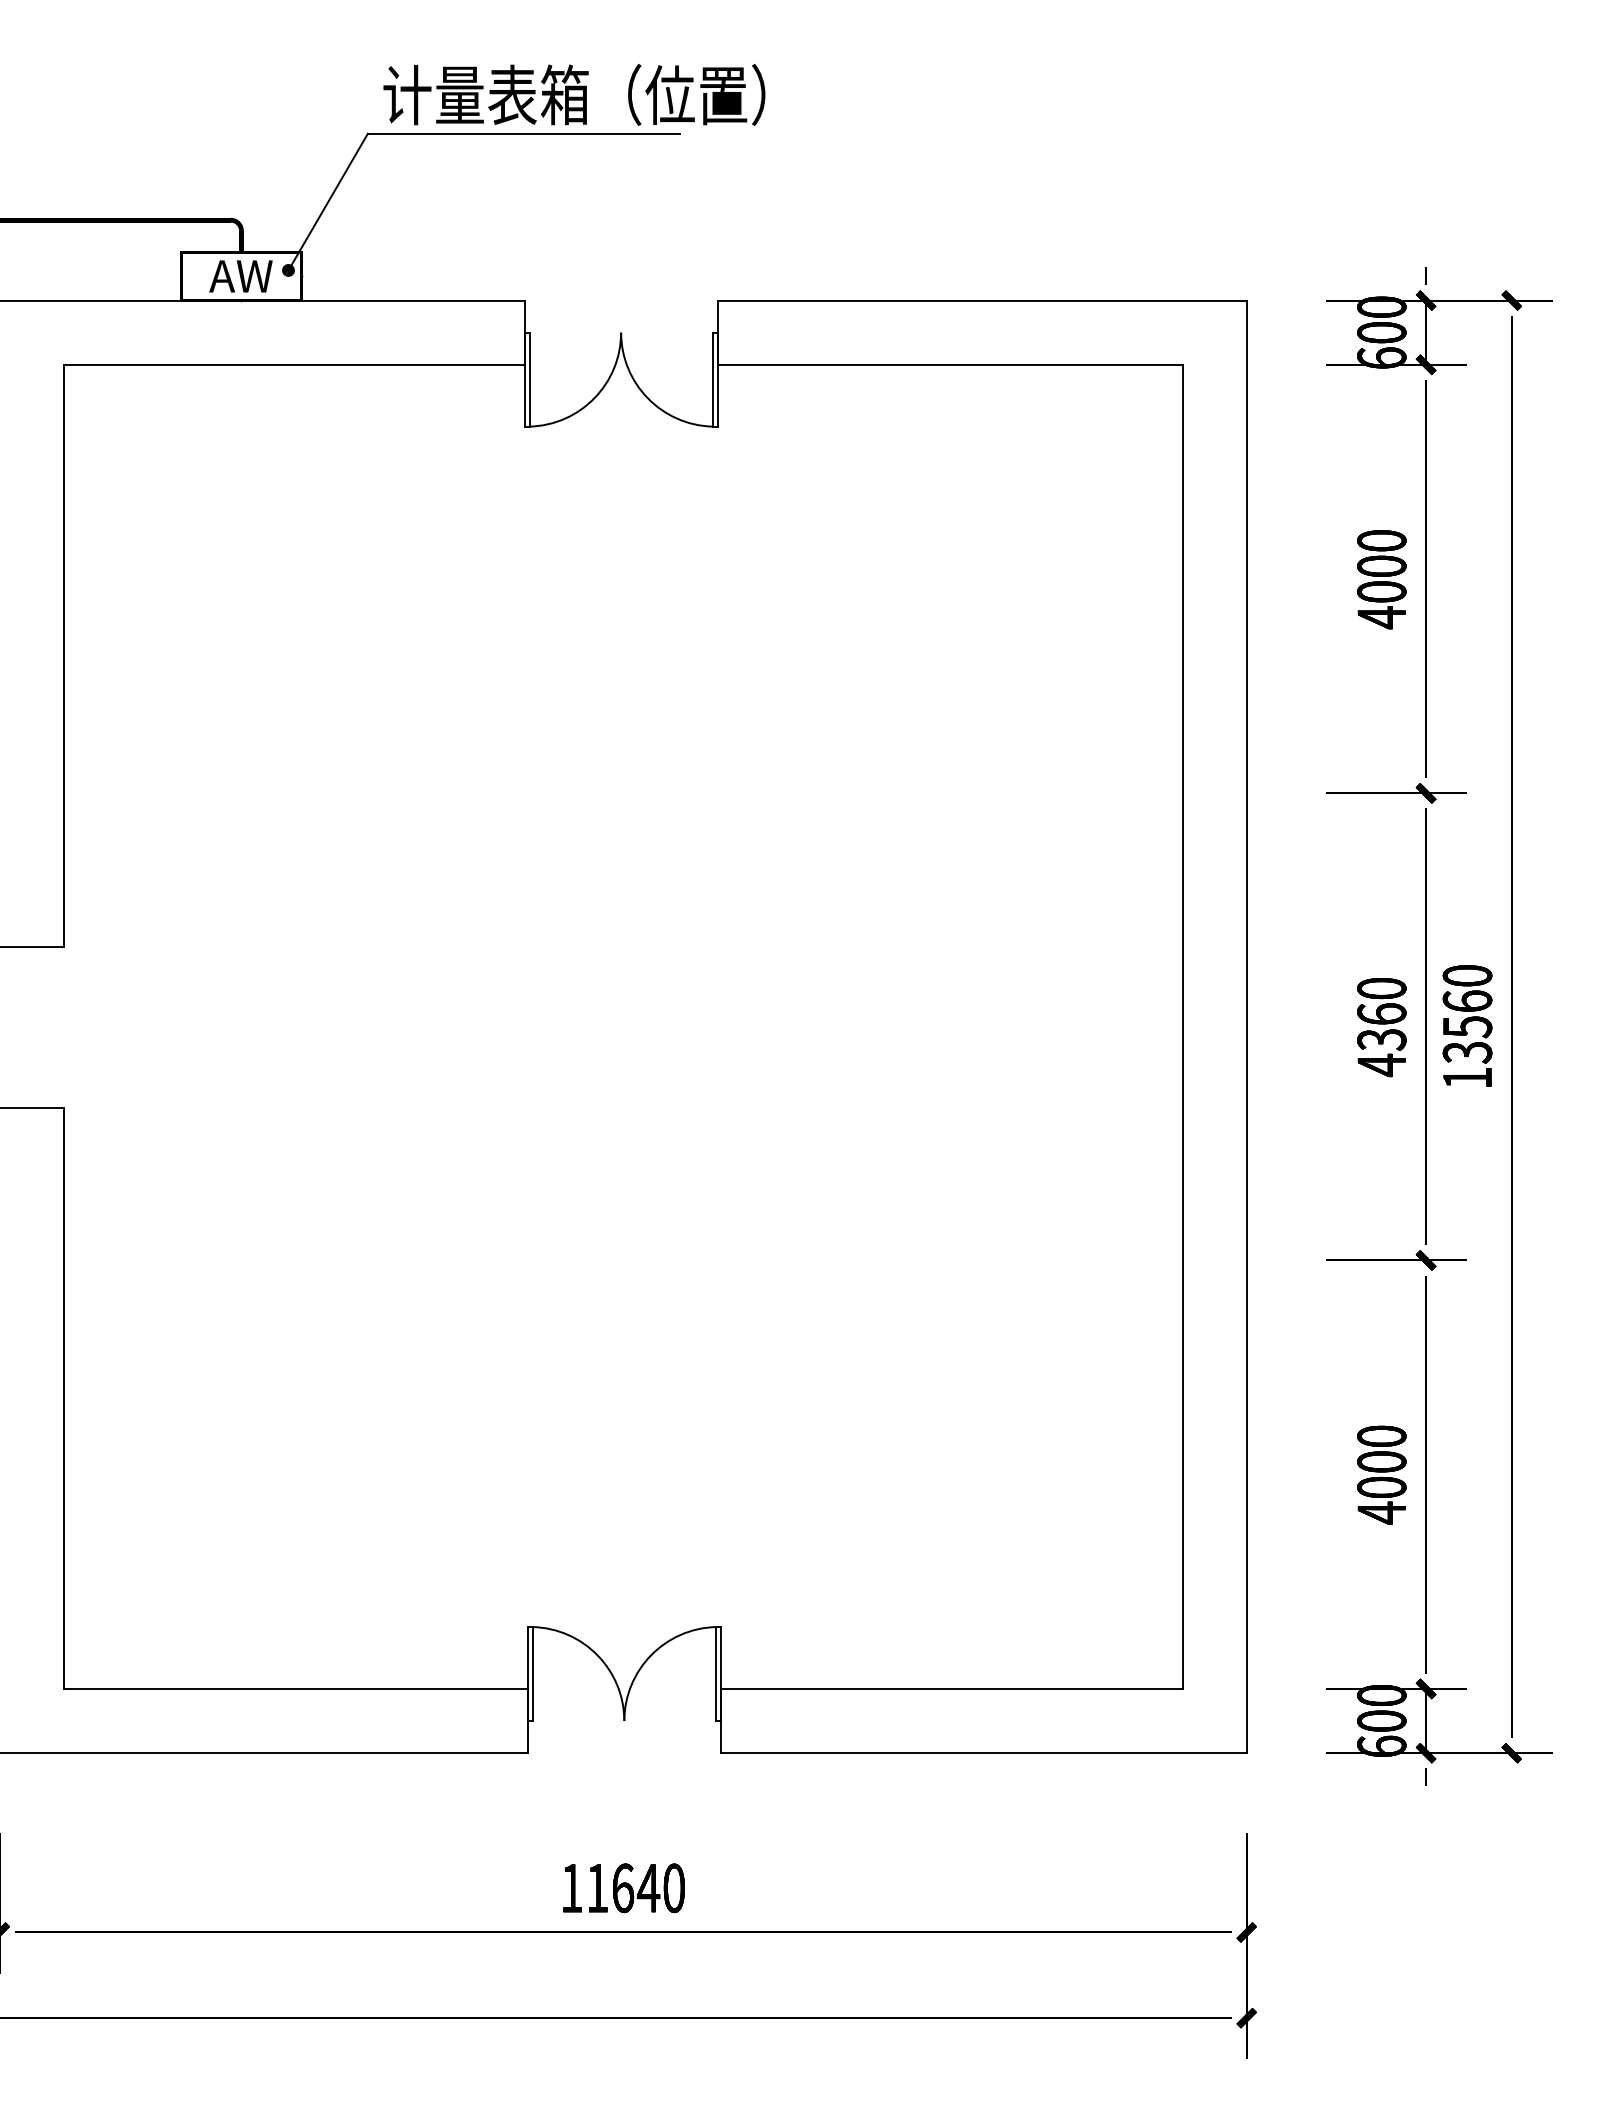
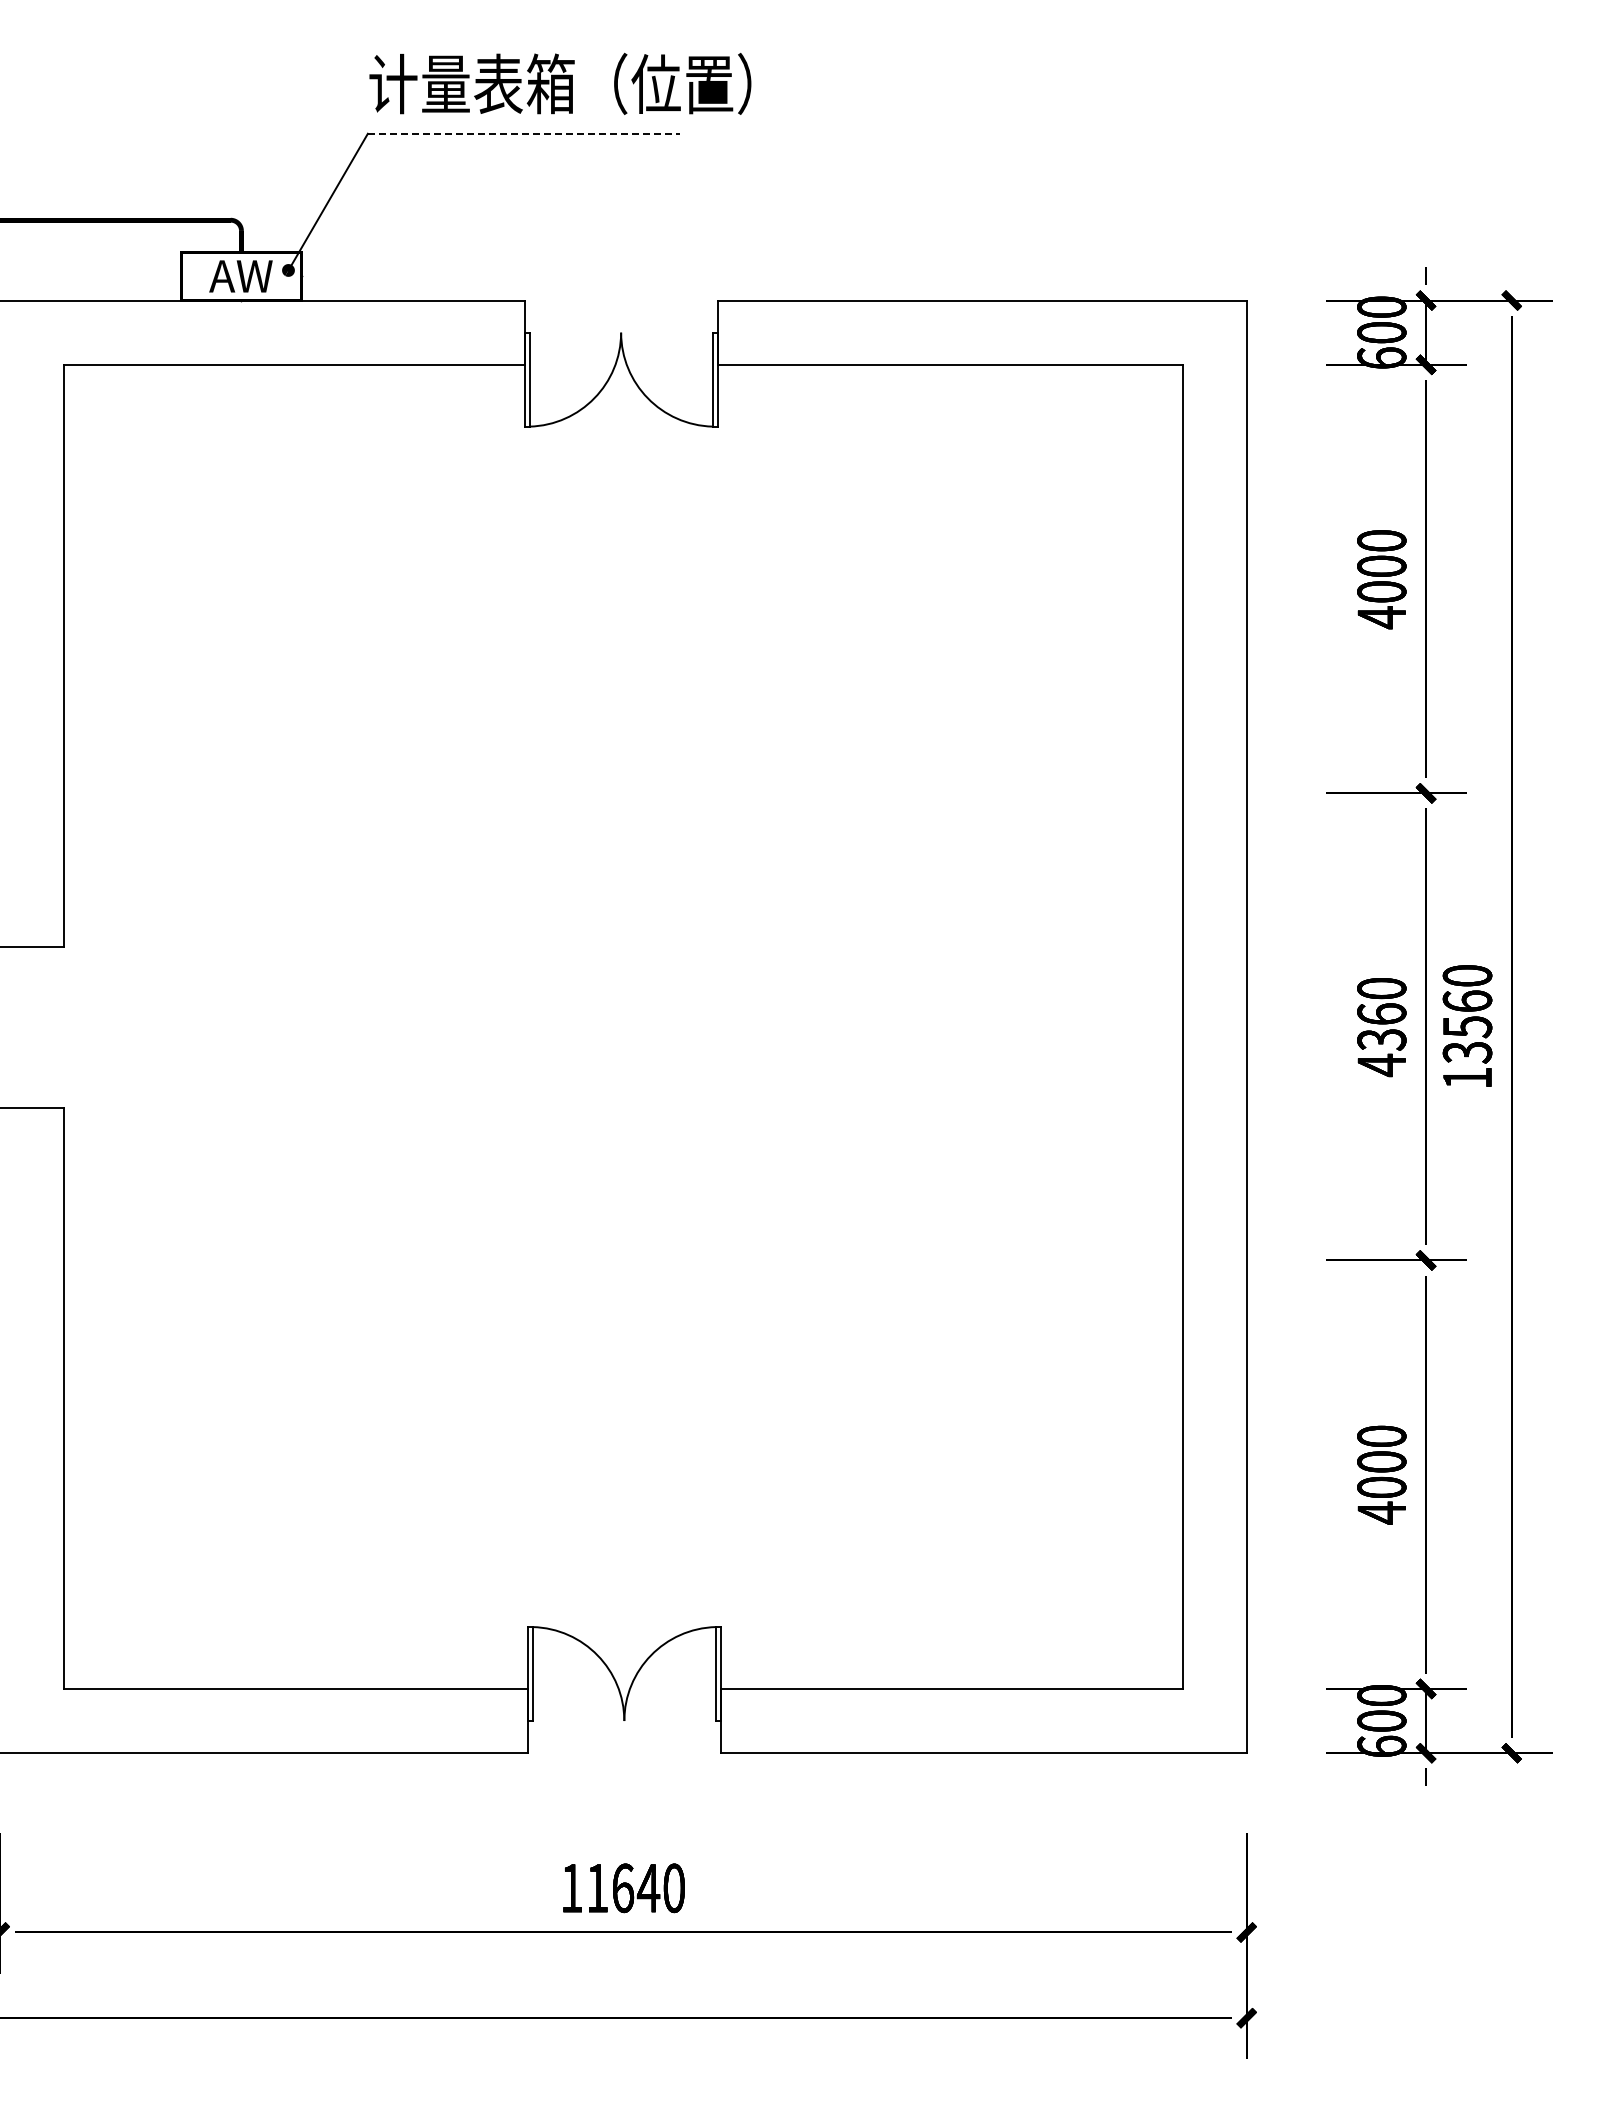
text at (574, 94) position: (574, 94) -> (560, 83)
line at (523, 133): solid -> dashed
